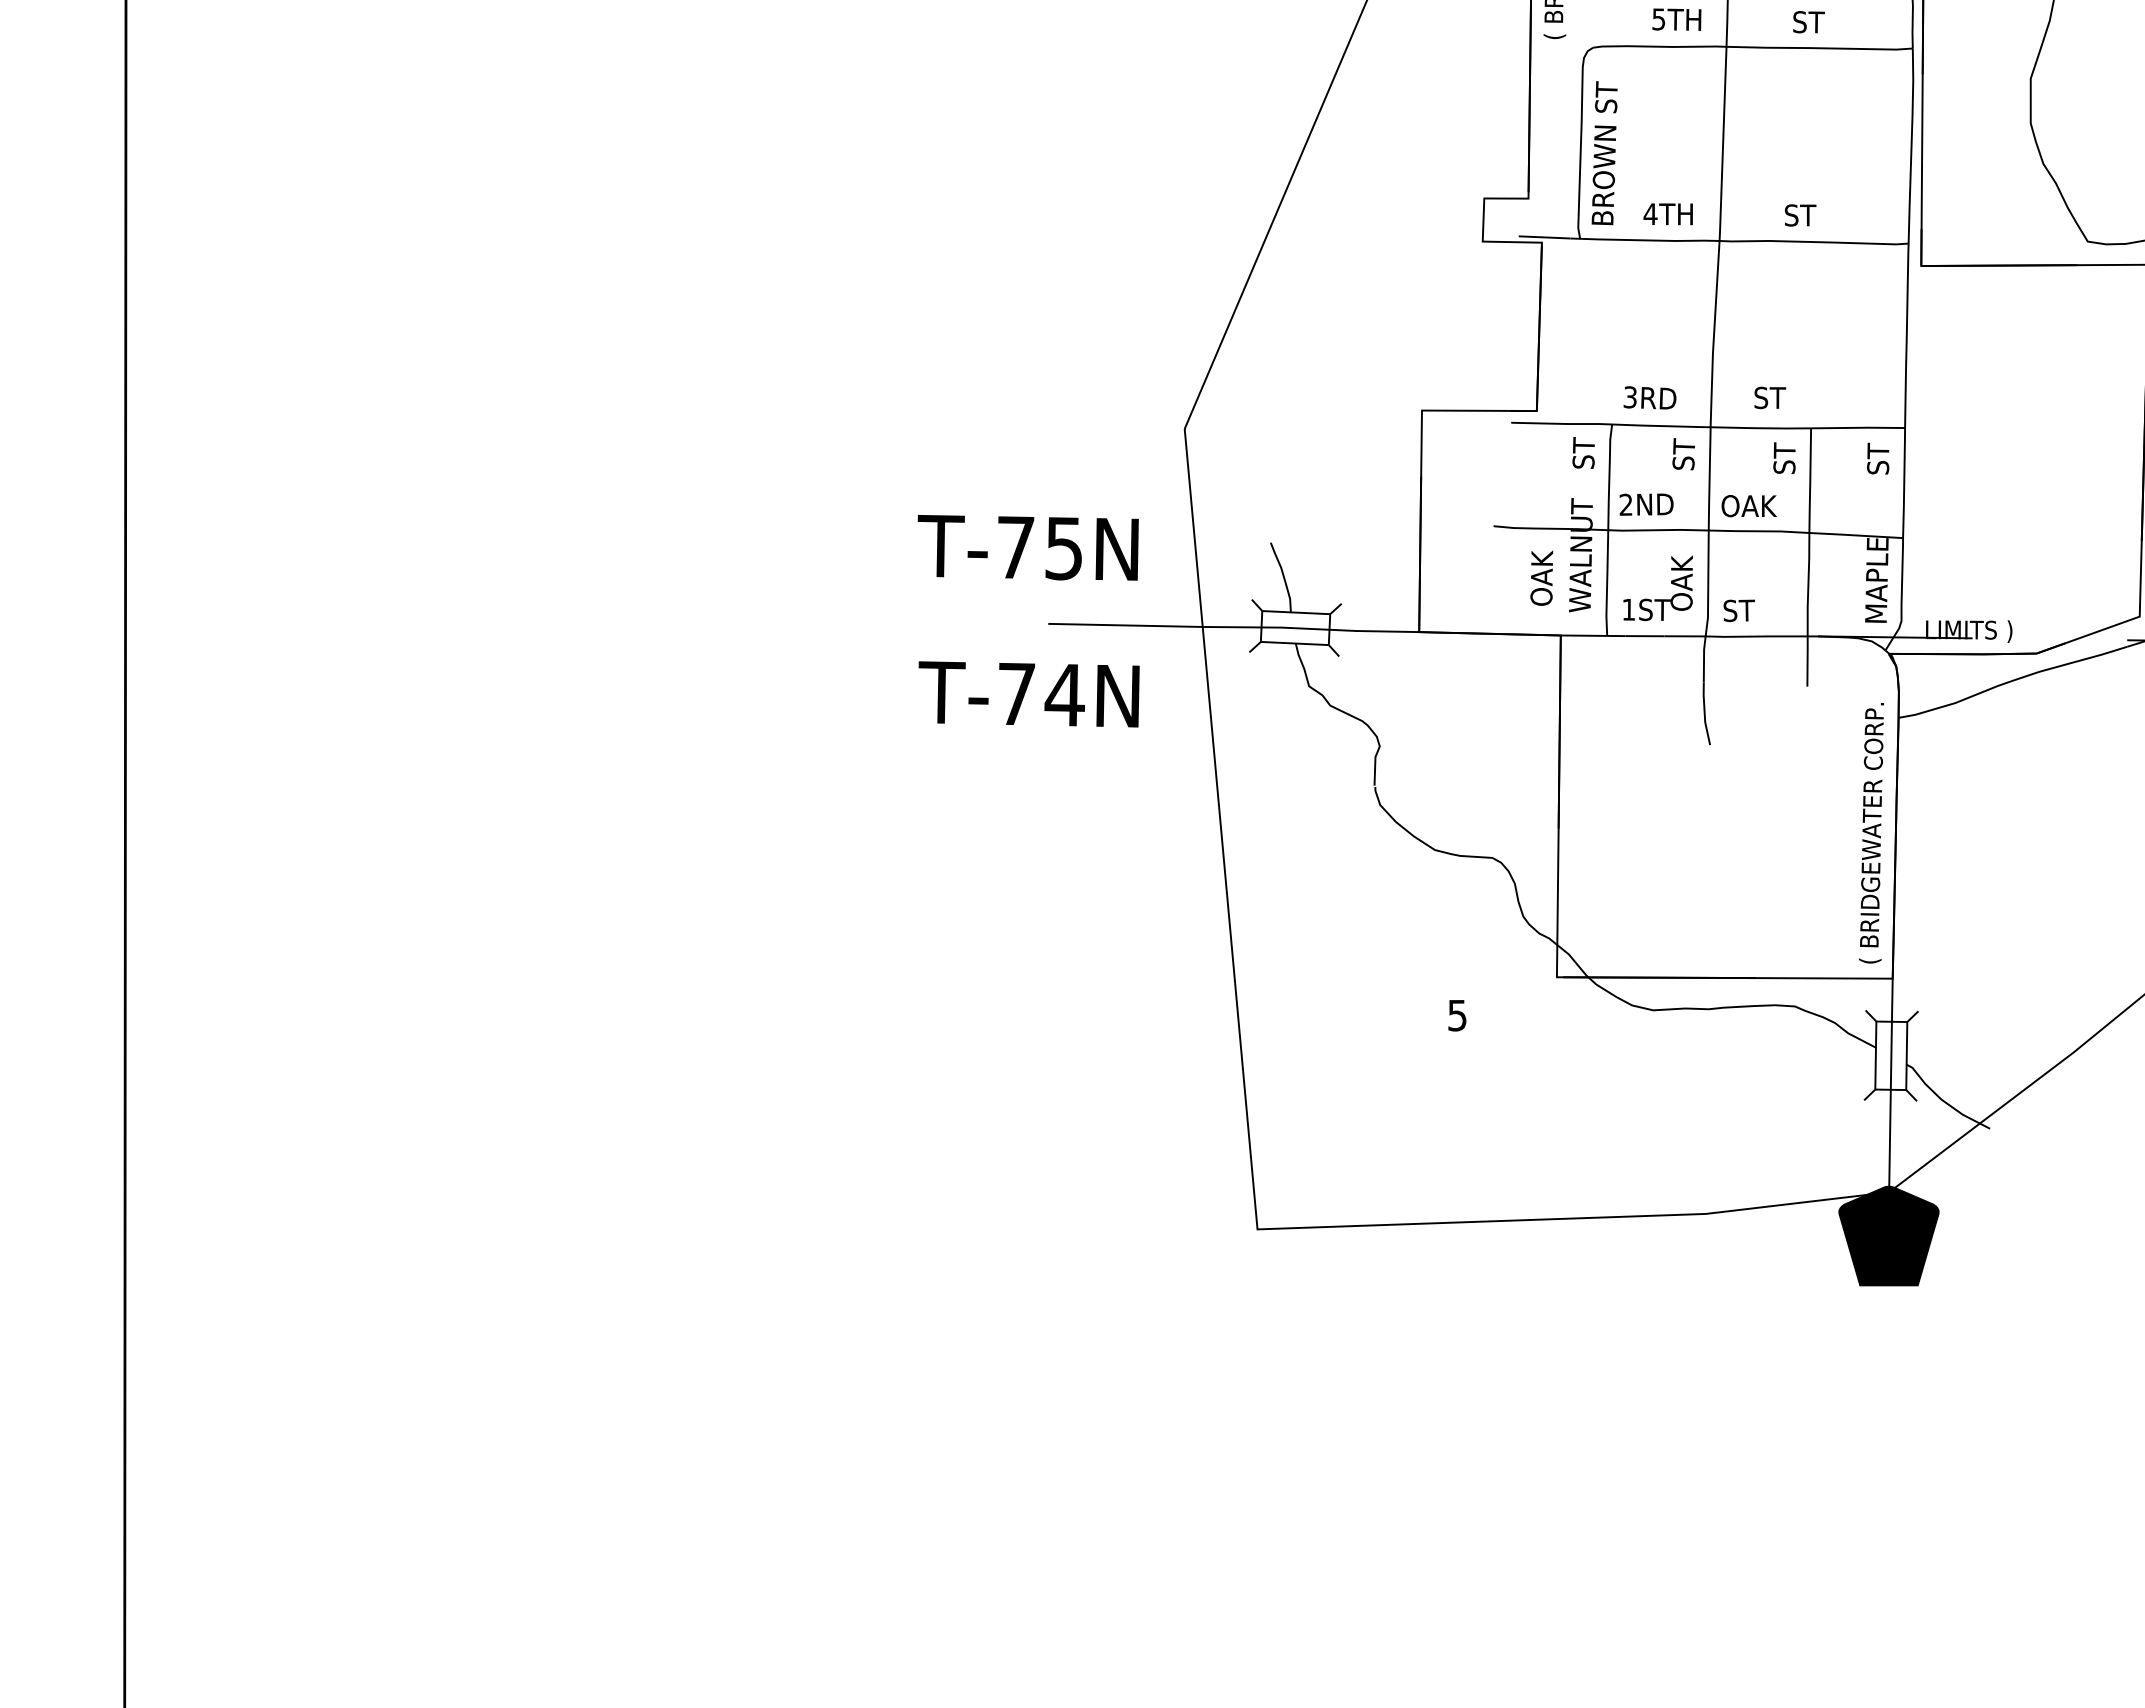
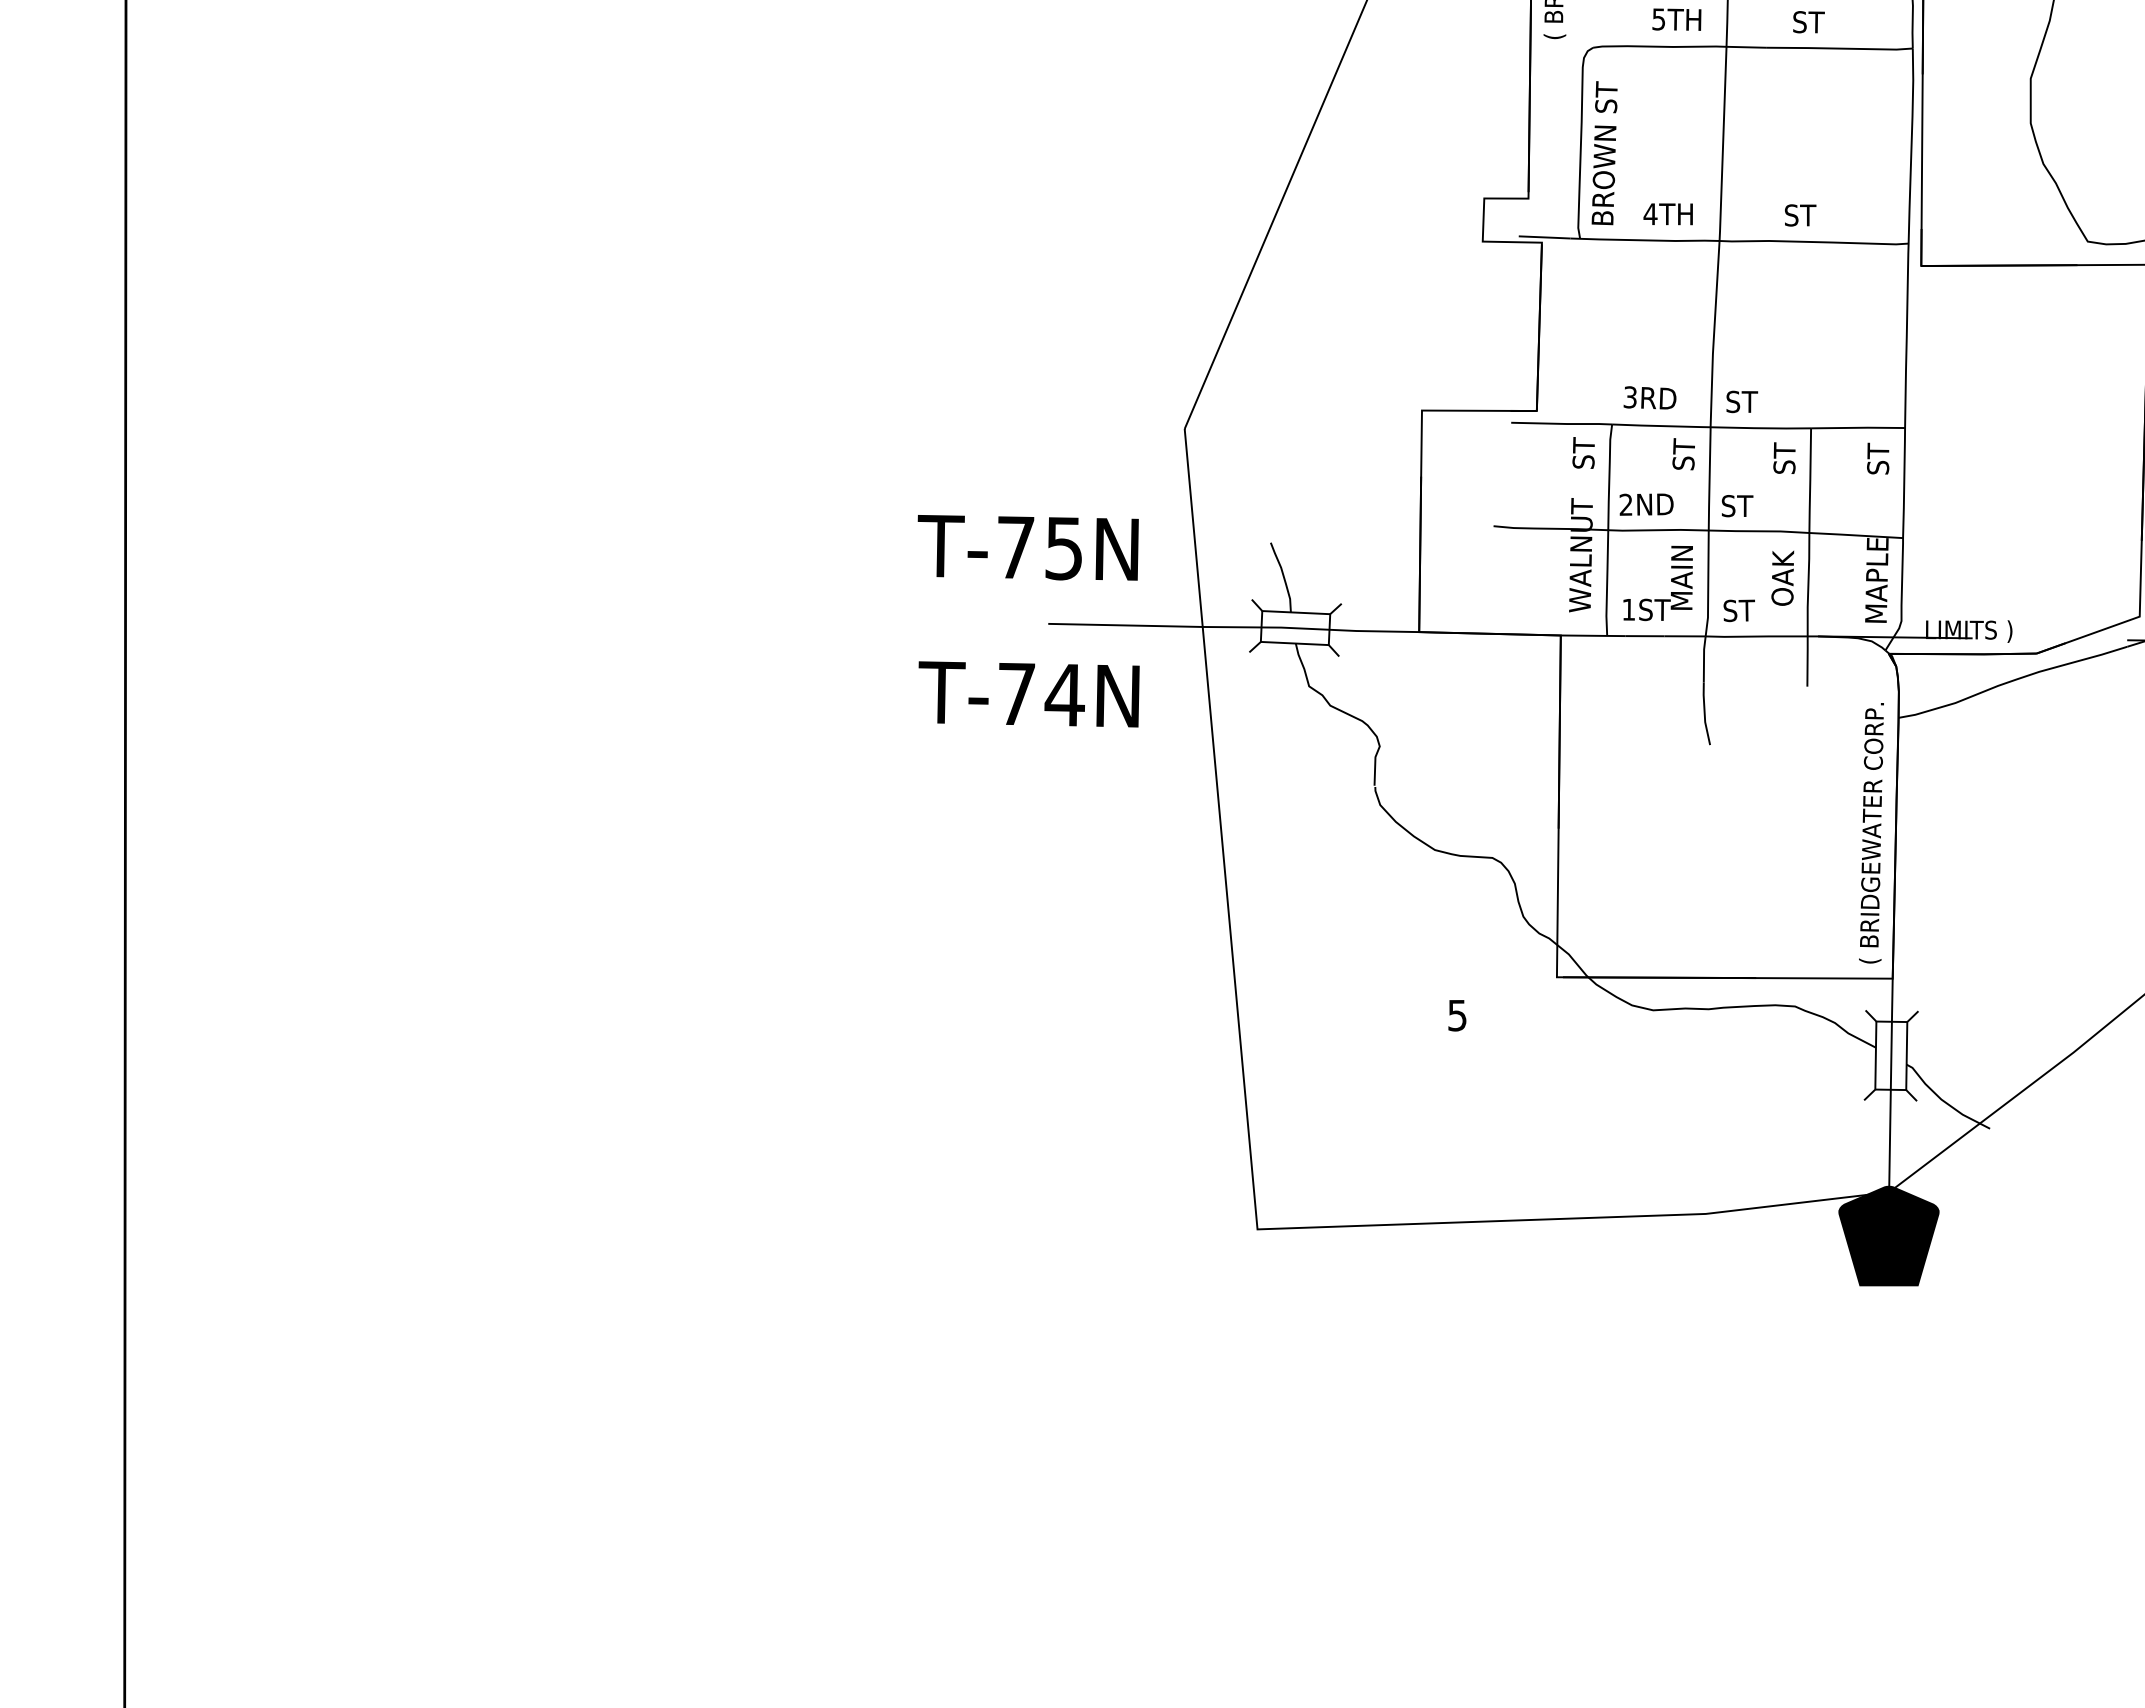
text at (1770, 397) position: (1770, 397) -> (1742, 401)
text at (1748, 506): OAK -> ST
text at (1541, 577) position: (1541, 577) -> (1782, 577)
text at (1681, 577): OAK -> MAIN
